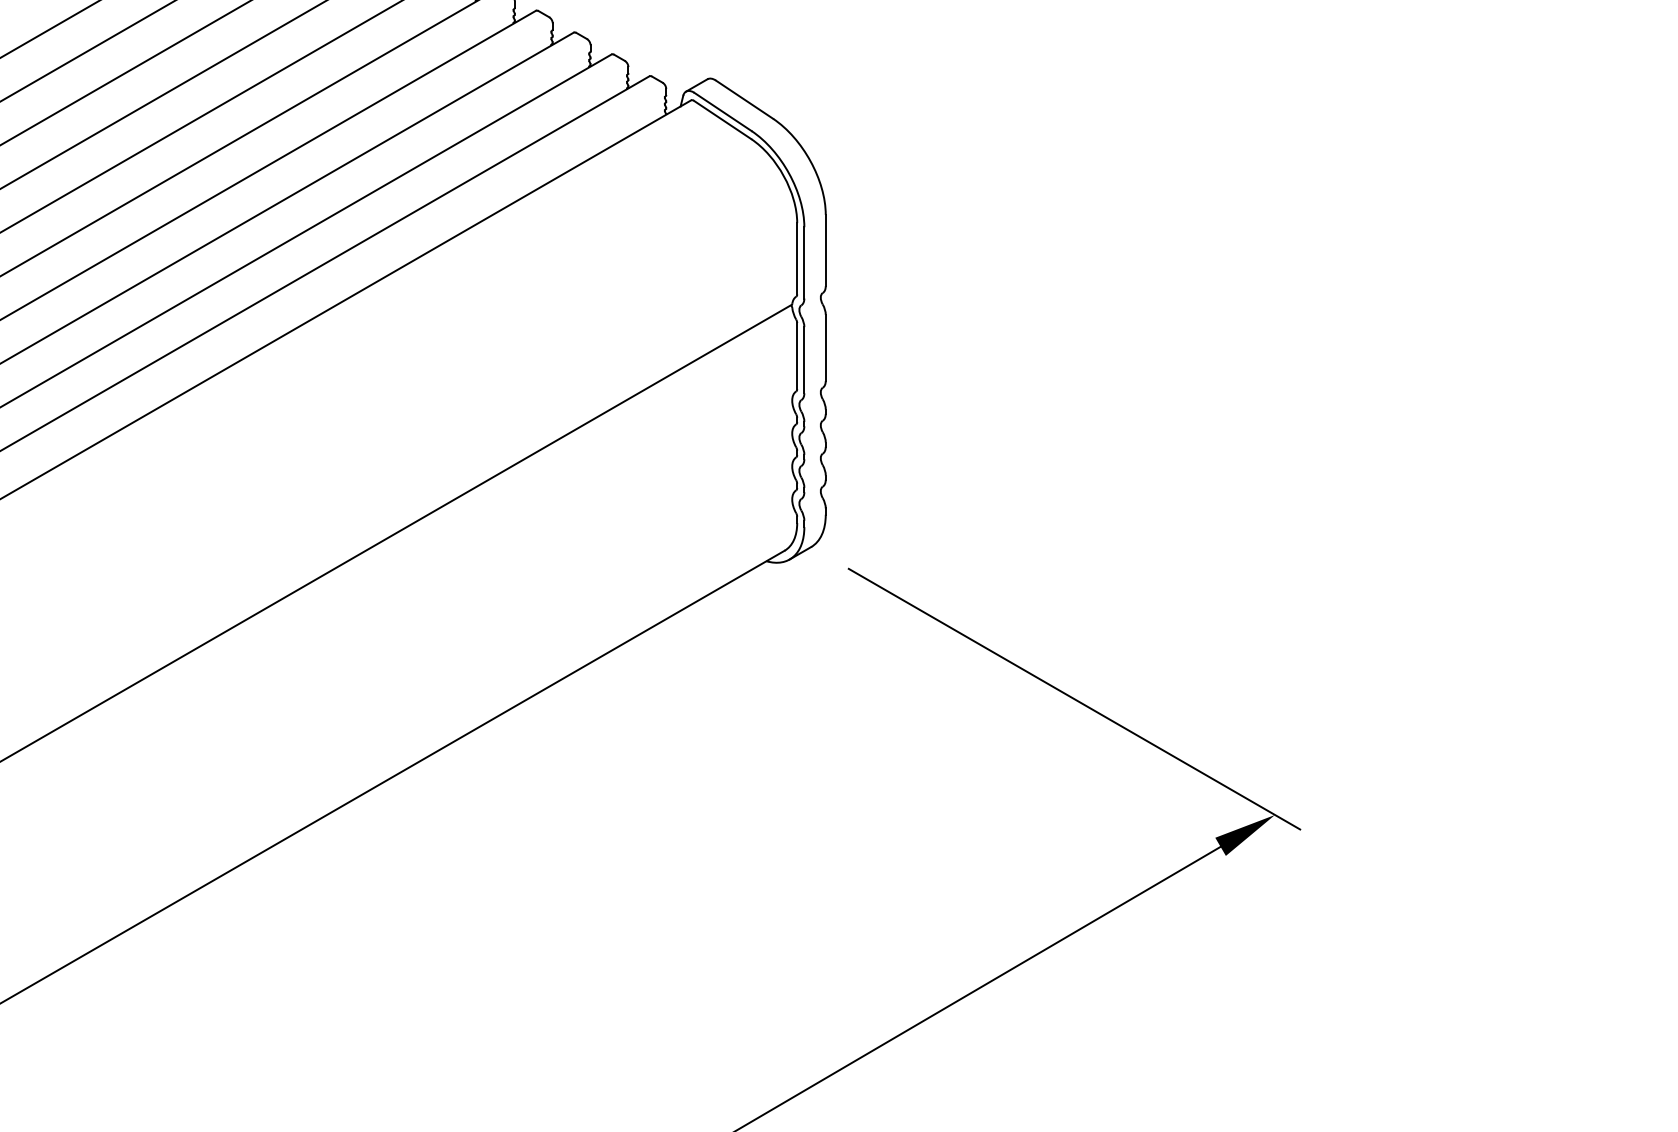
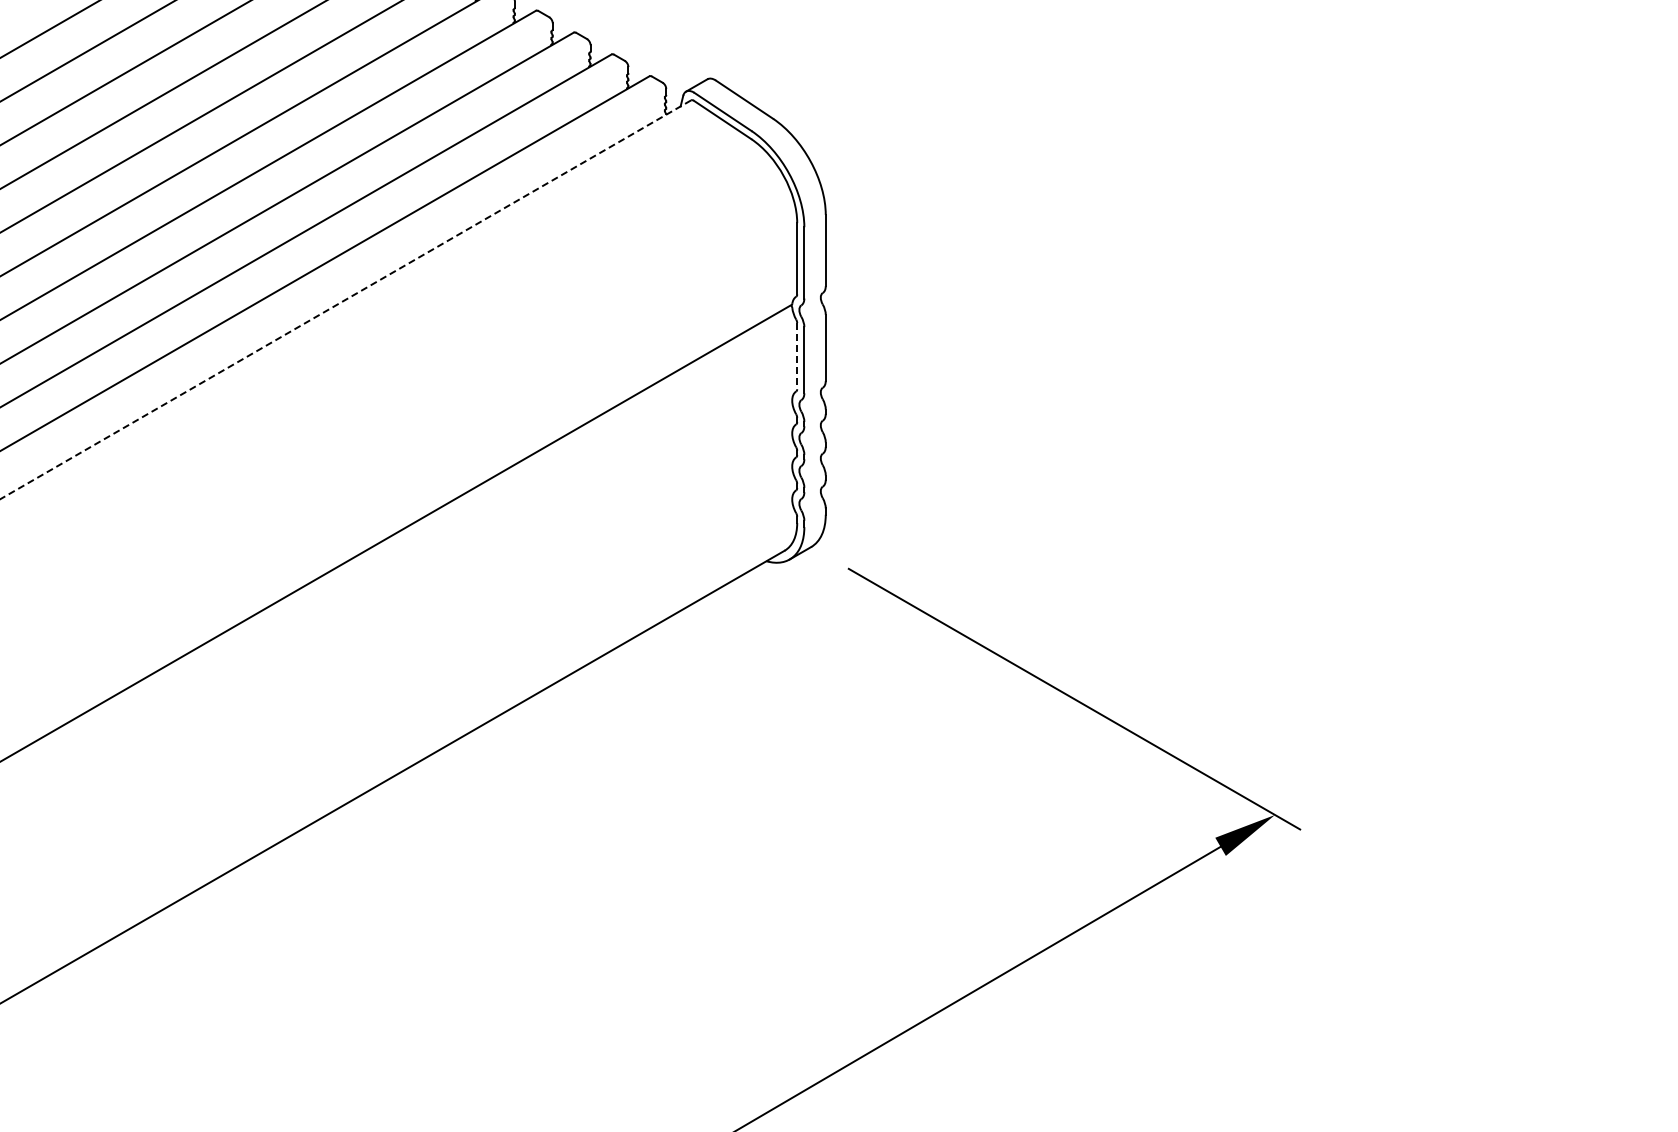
line at (345, 299): solid -> dashed
line at (797, 356): solid -> dashed
